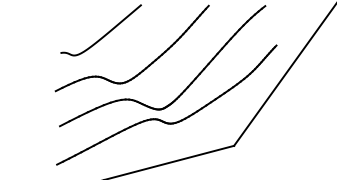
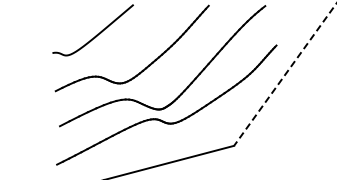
curve at (104, 34) position: (104, 34) -> (96, 34)
line at (285, 74): solid -> dashed
